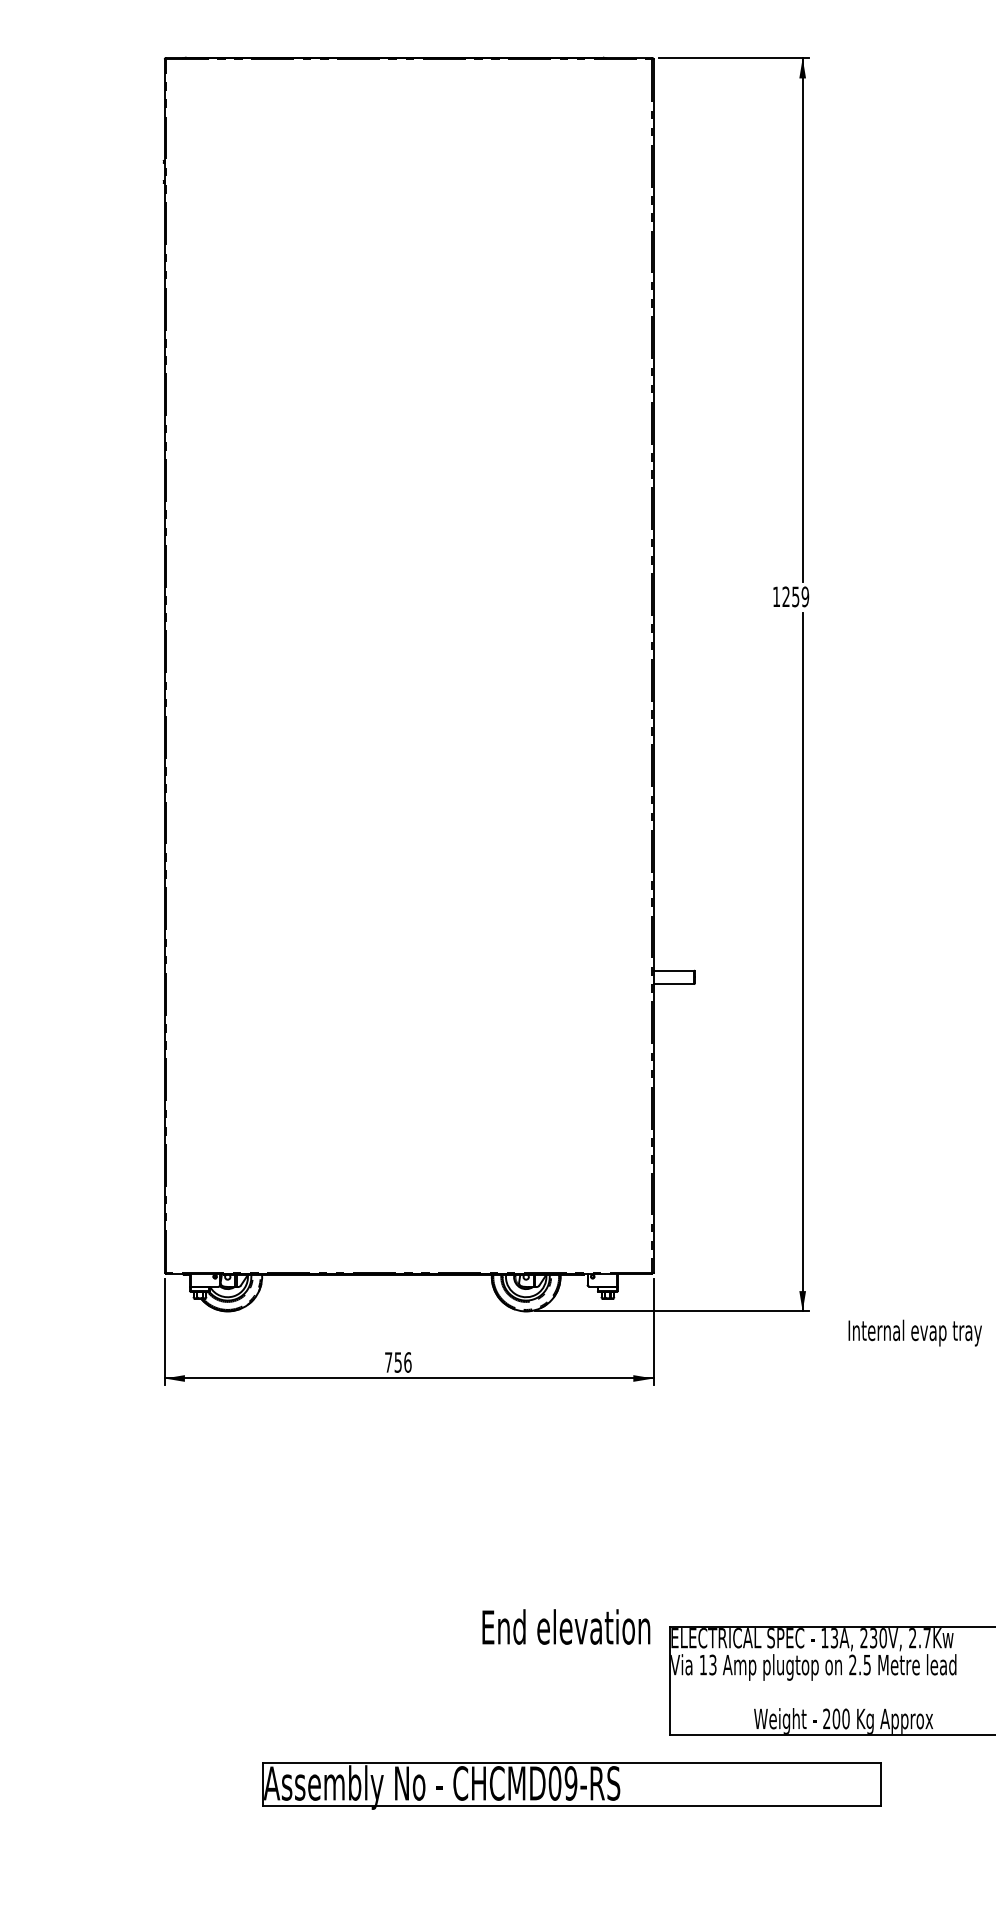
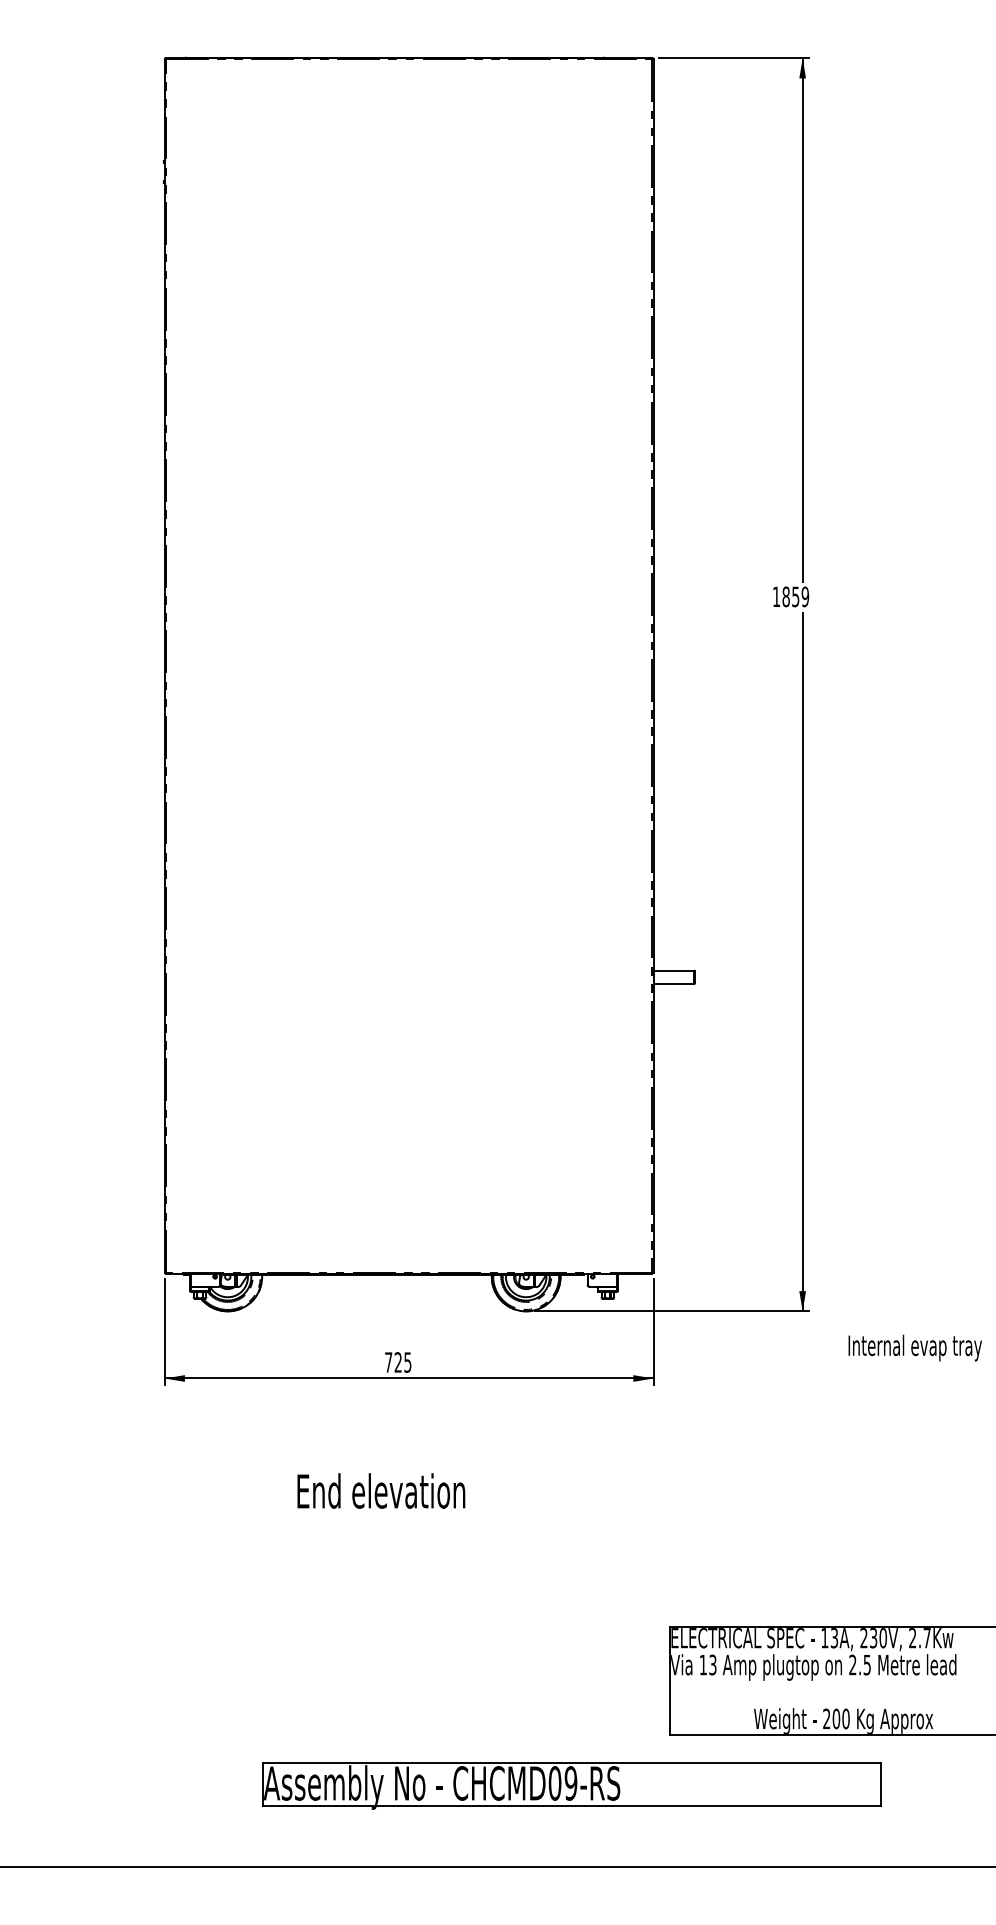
text at (785, 596): 1259 -> 1859
text at (914, 1332) position: (914, 1332) -> (914, 1347)
text at (402, 1362): 756 -> 725
text at (566, 1626) position: (566, 1626) -> (381, 1490)
line at (497, 1867): none -> present
